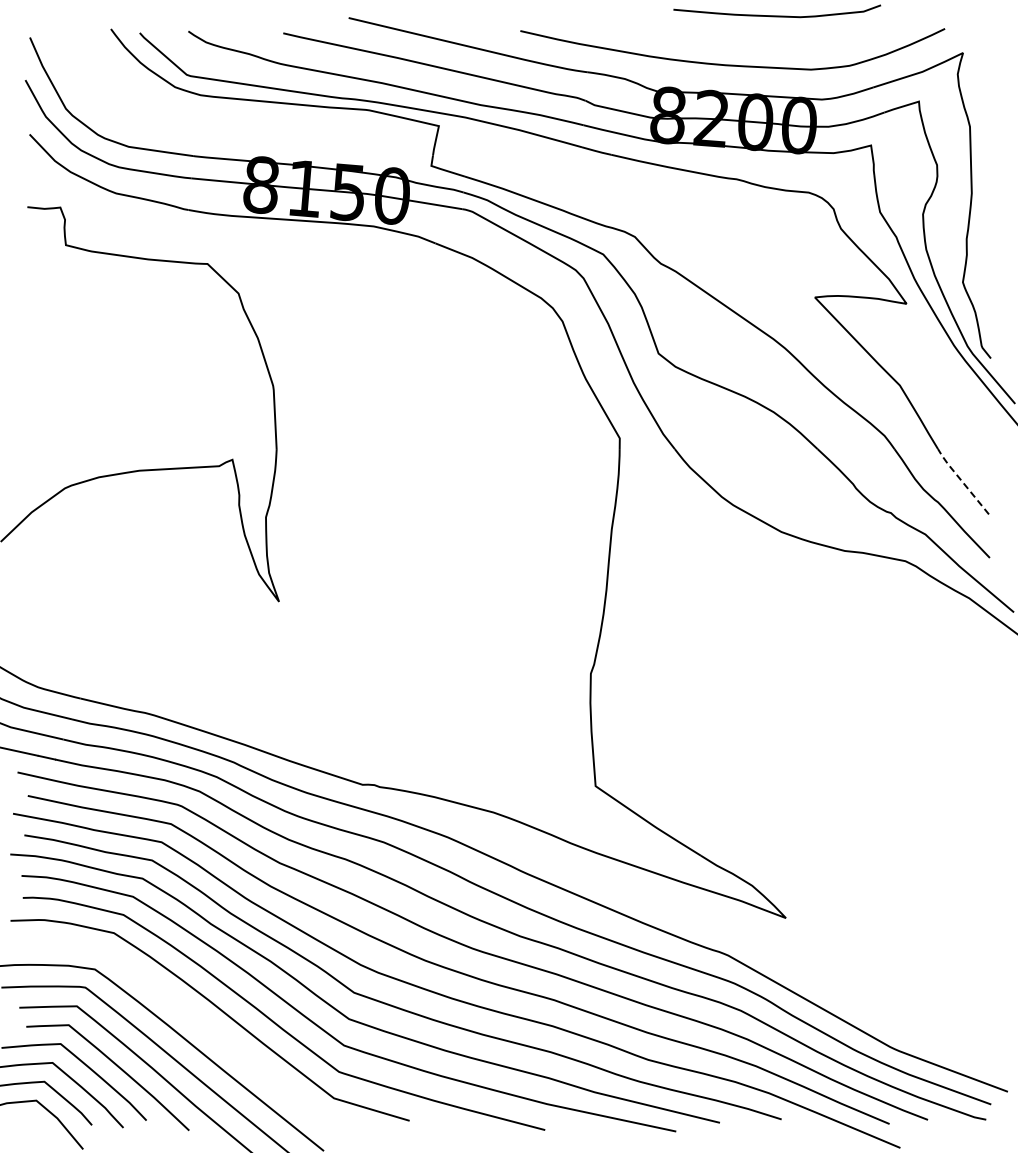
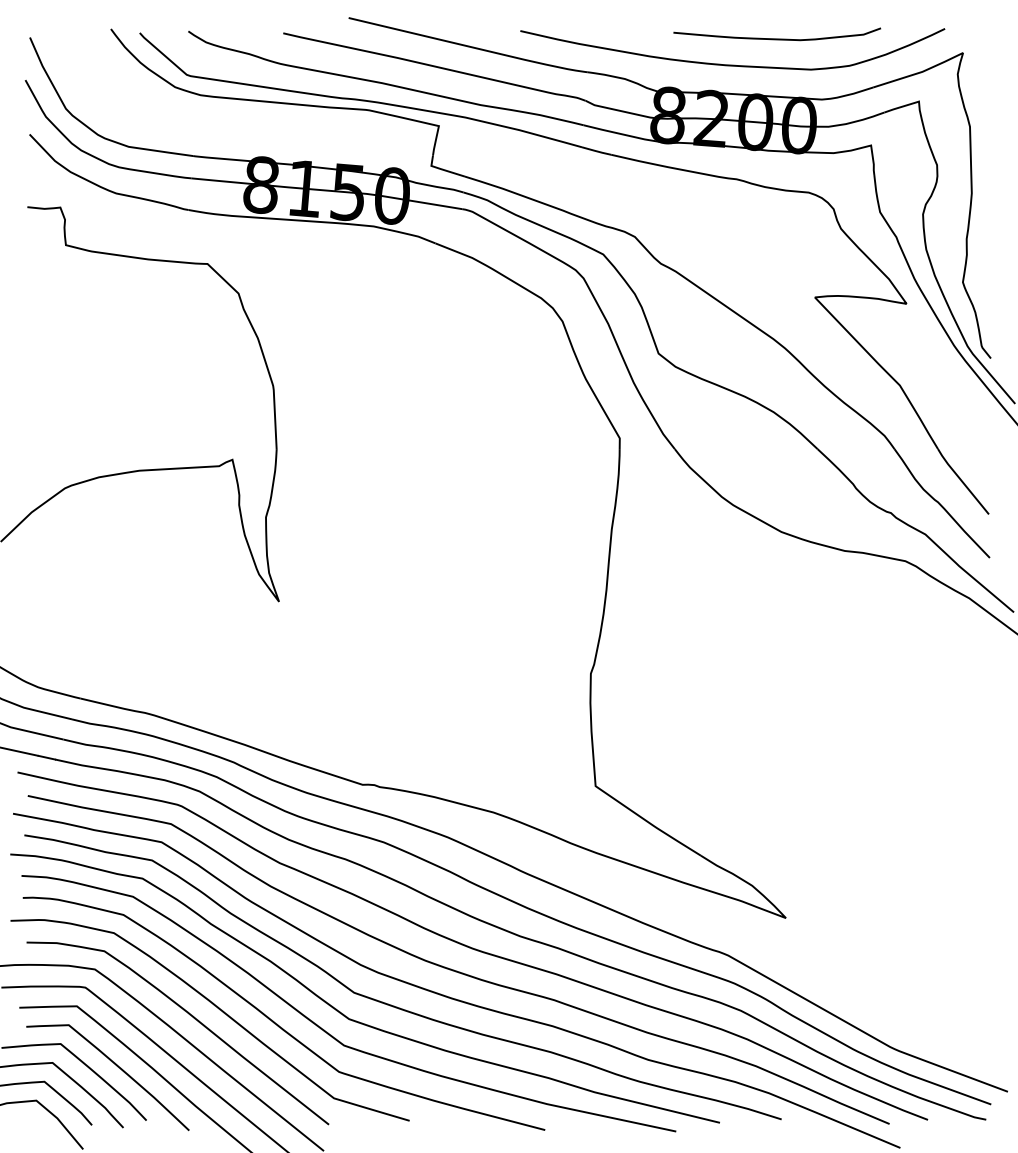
curve at (777, 15) position: (777, 15) -> (777, 38)
line at (961, 481): dashed -> solid
curve at (189, 1015): none -> present
